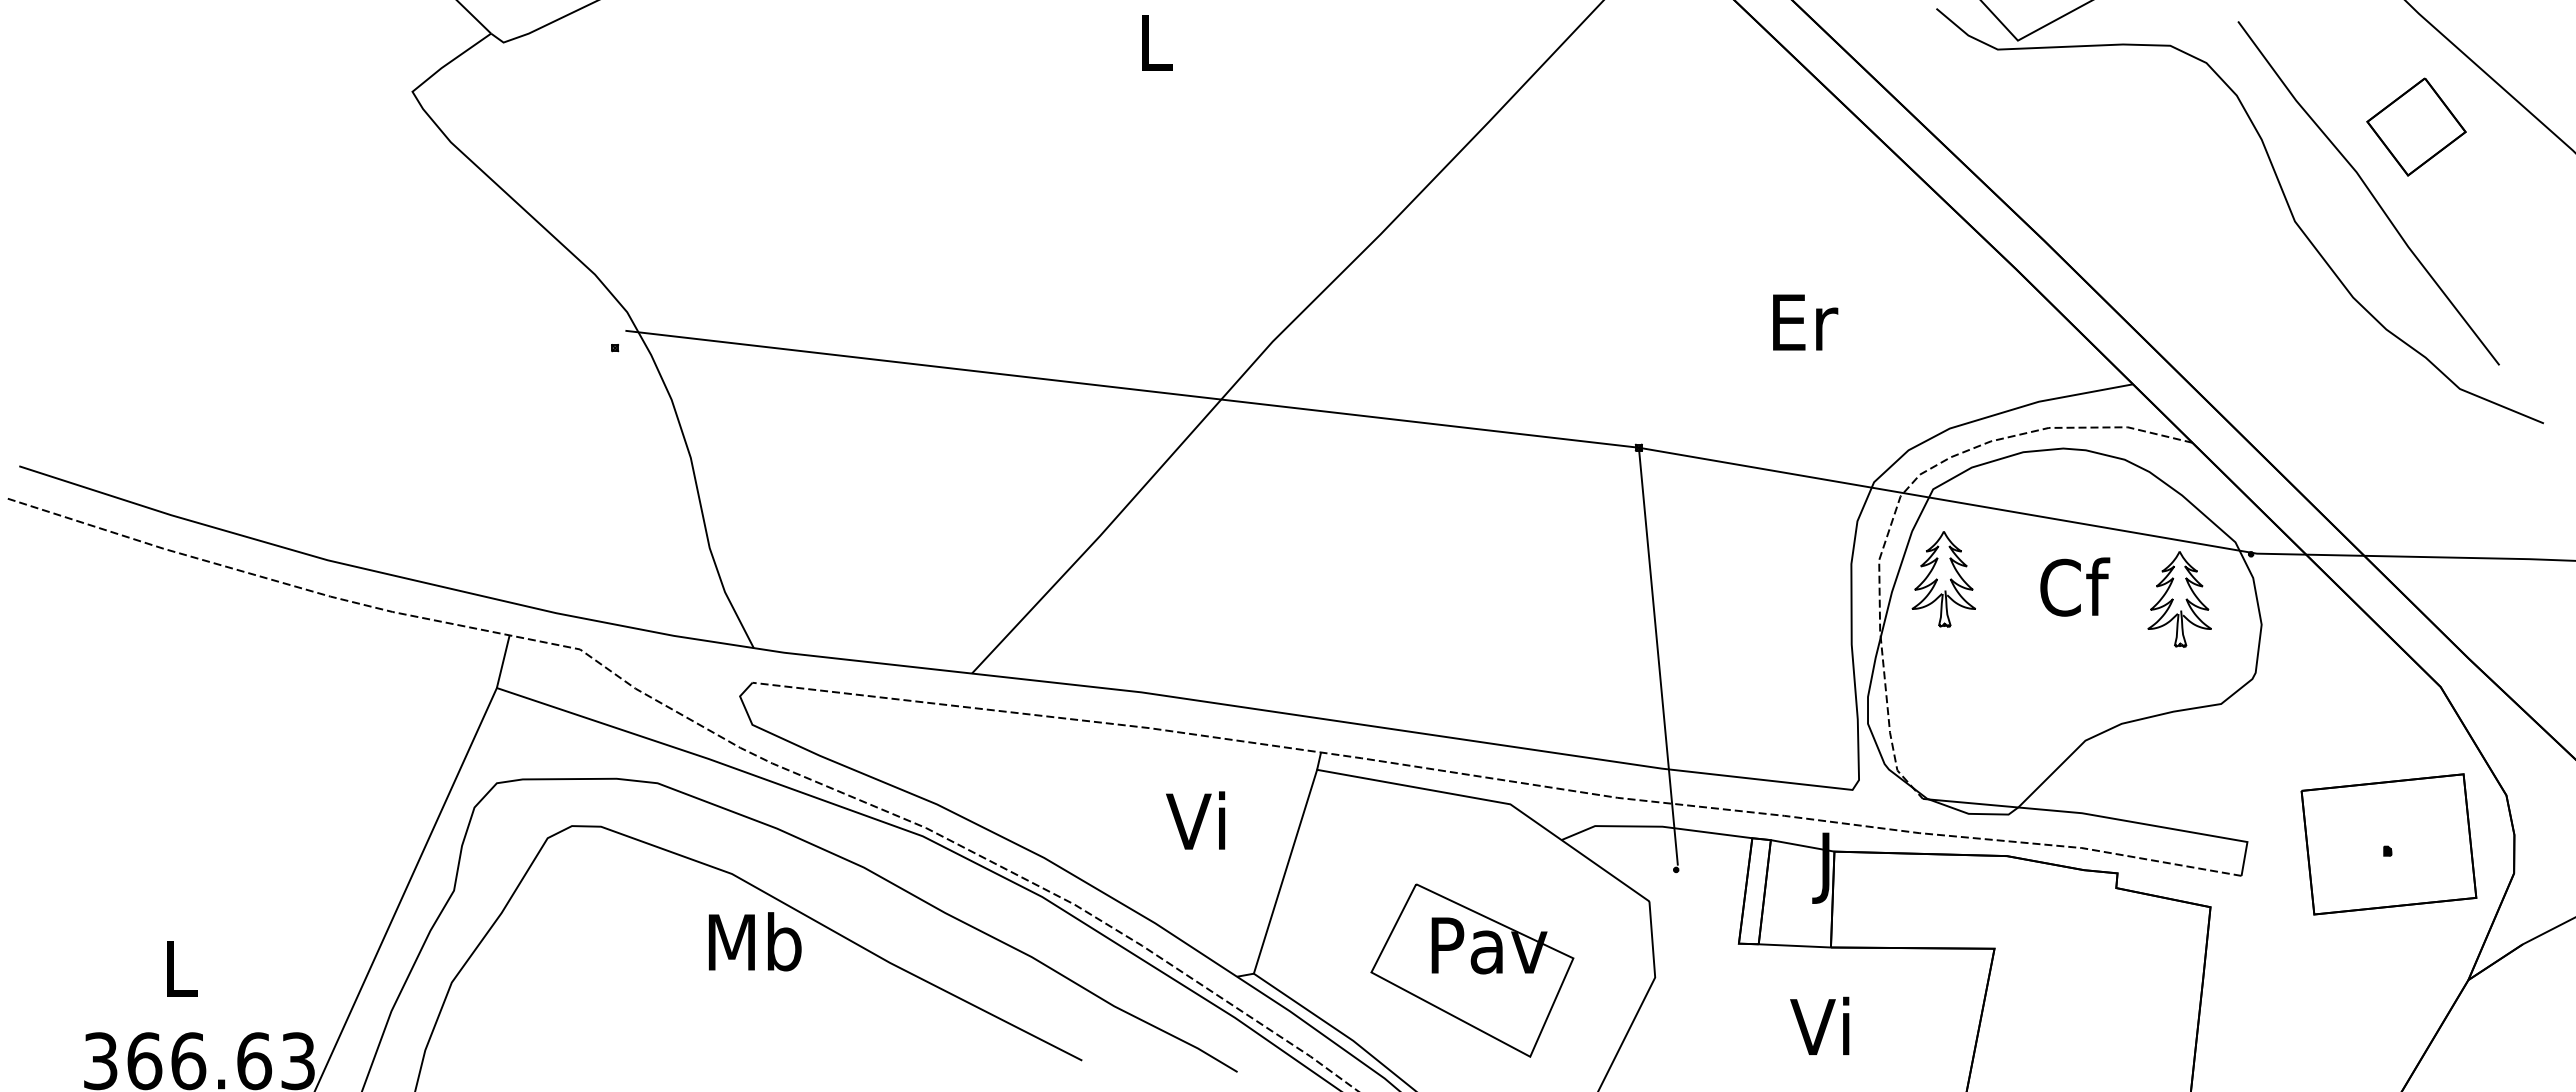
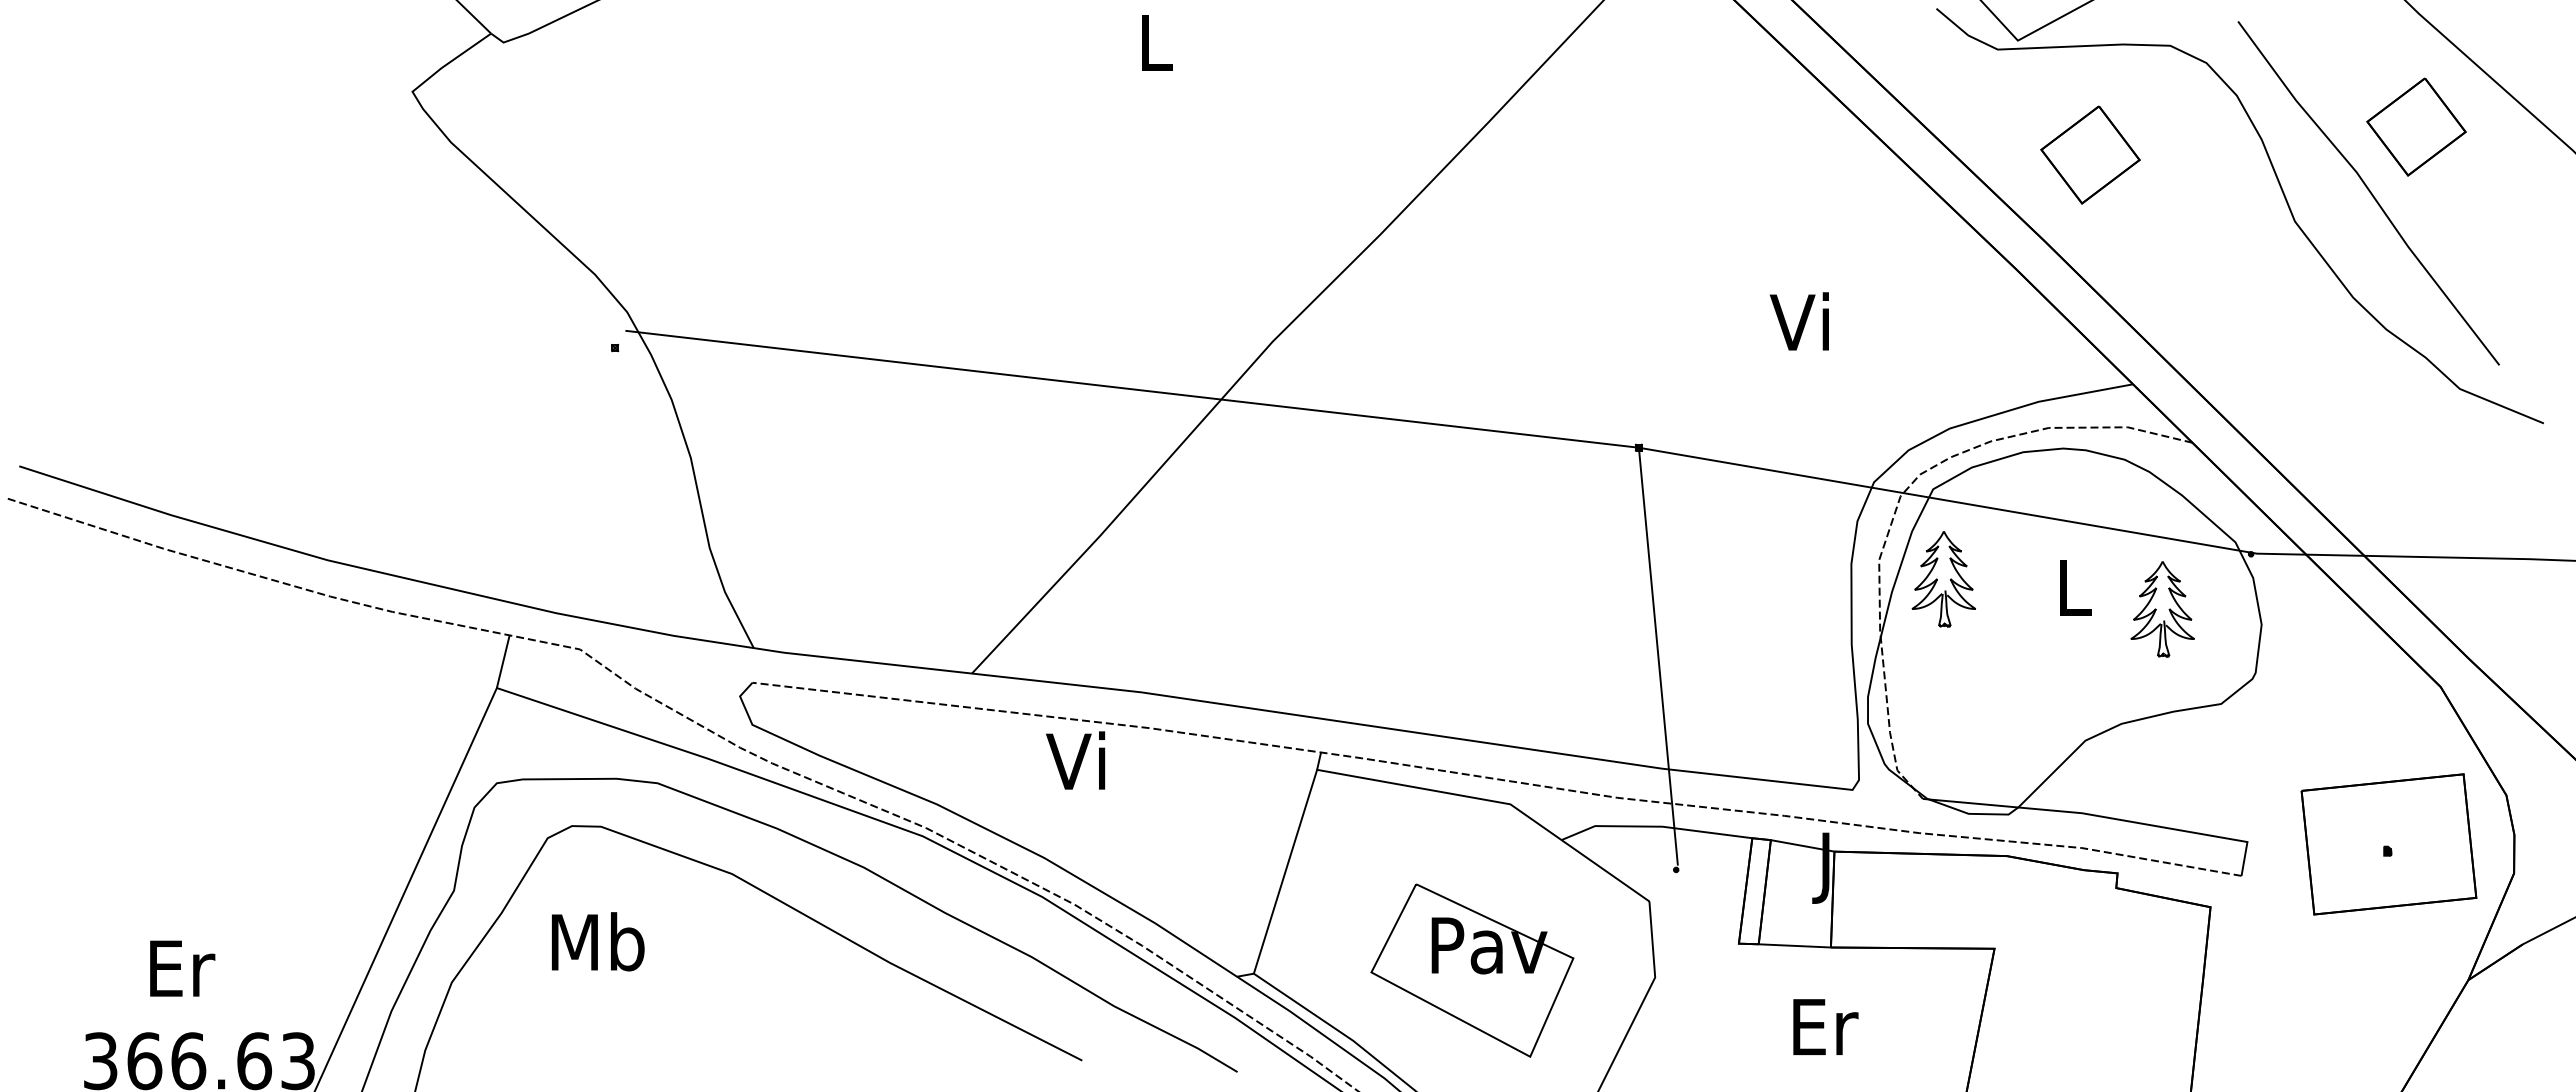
part at (2090, 154): none -> present
text at (1803, 321): Er -> Vi
text at (2075, 586): Cf -> L
part at (2179, 599) position: (2179, 599) -> (2162, 609)
text at (1195, 820) position: (1195, 820) -> (1075, 760)
text at (755, 941) position: (755, 941) -> (598, 941)
text at (182, 968): L -> Er
text at (1824, 1025): Vi -> Er
